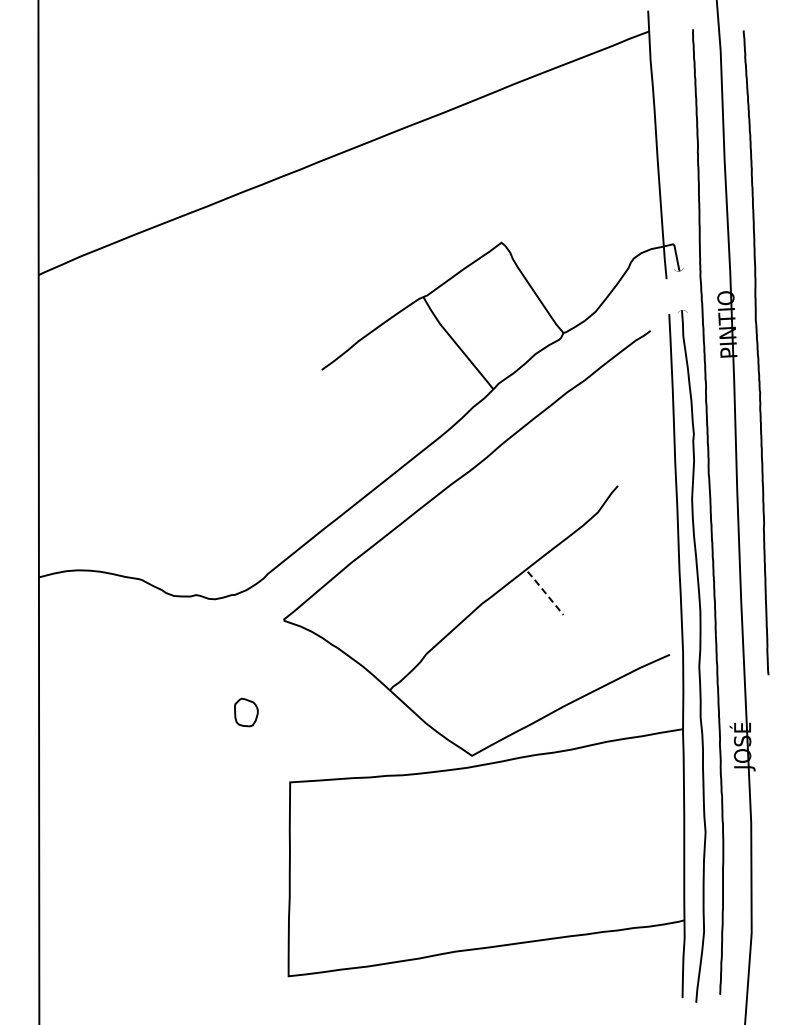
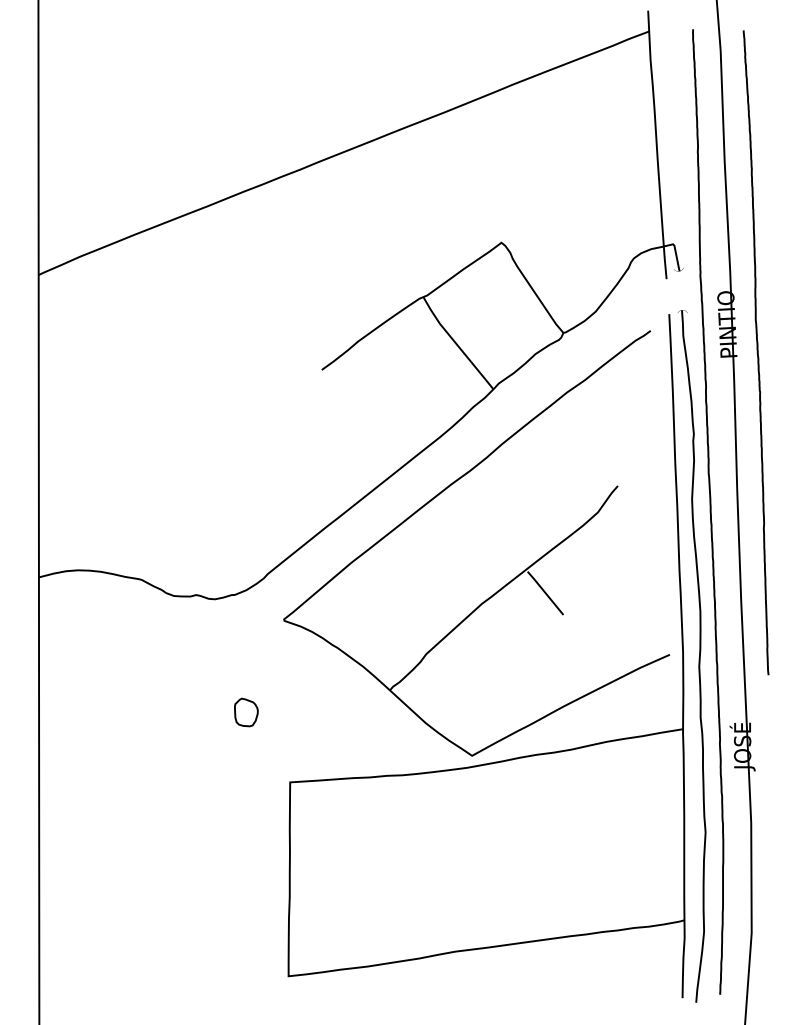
line at (545, 592): dashed -> solid
